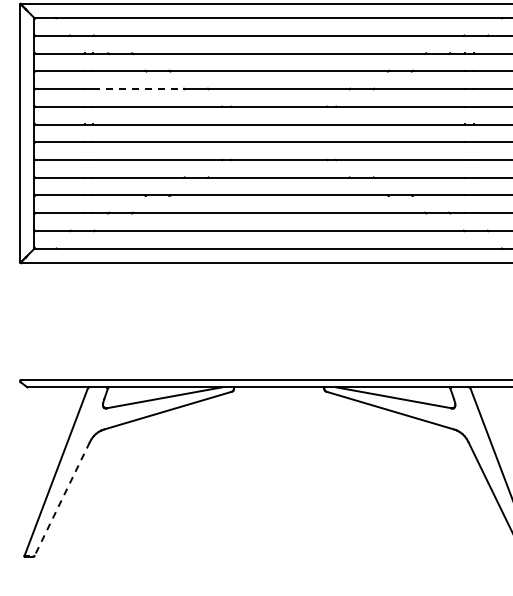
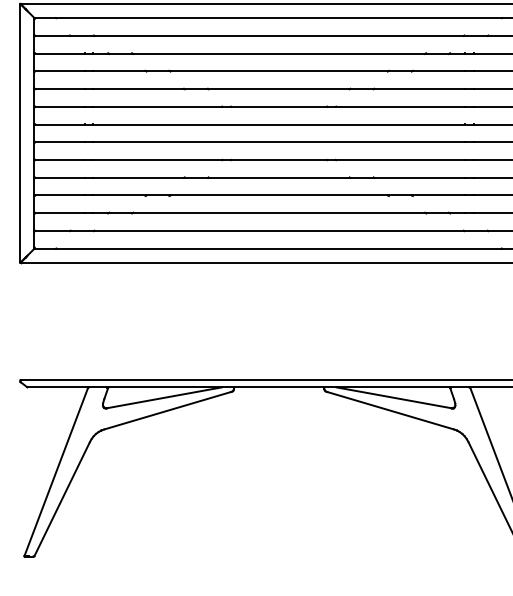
line at (138, 89): dashed -> solid
line at (62, 499): dashed -> solid
